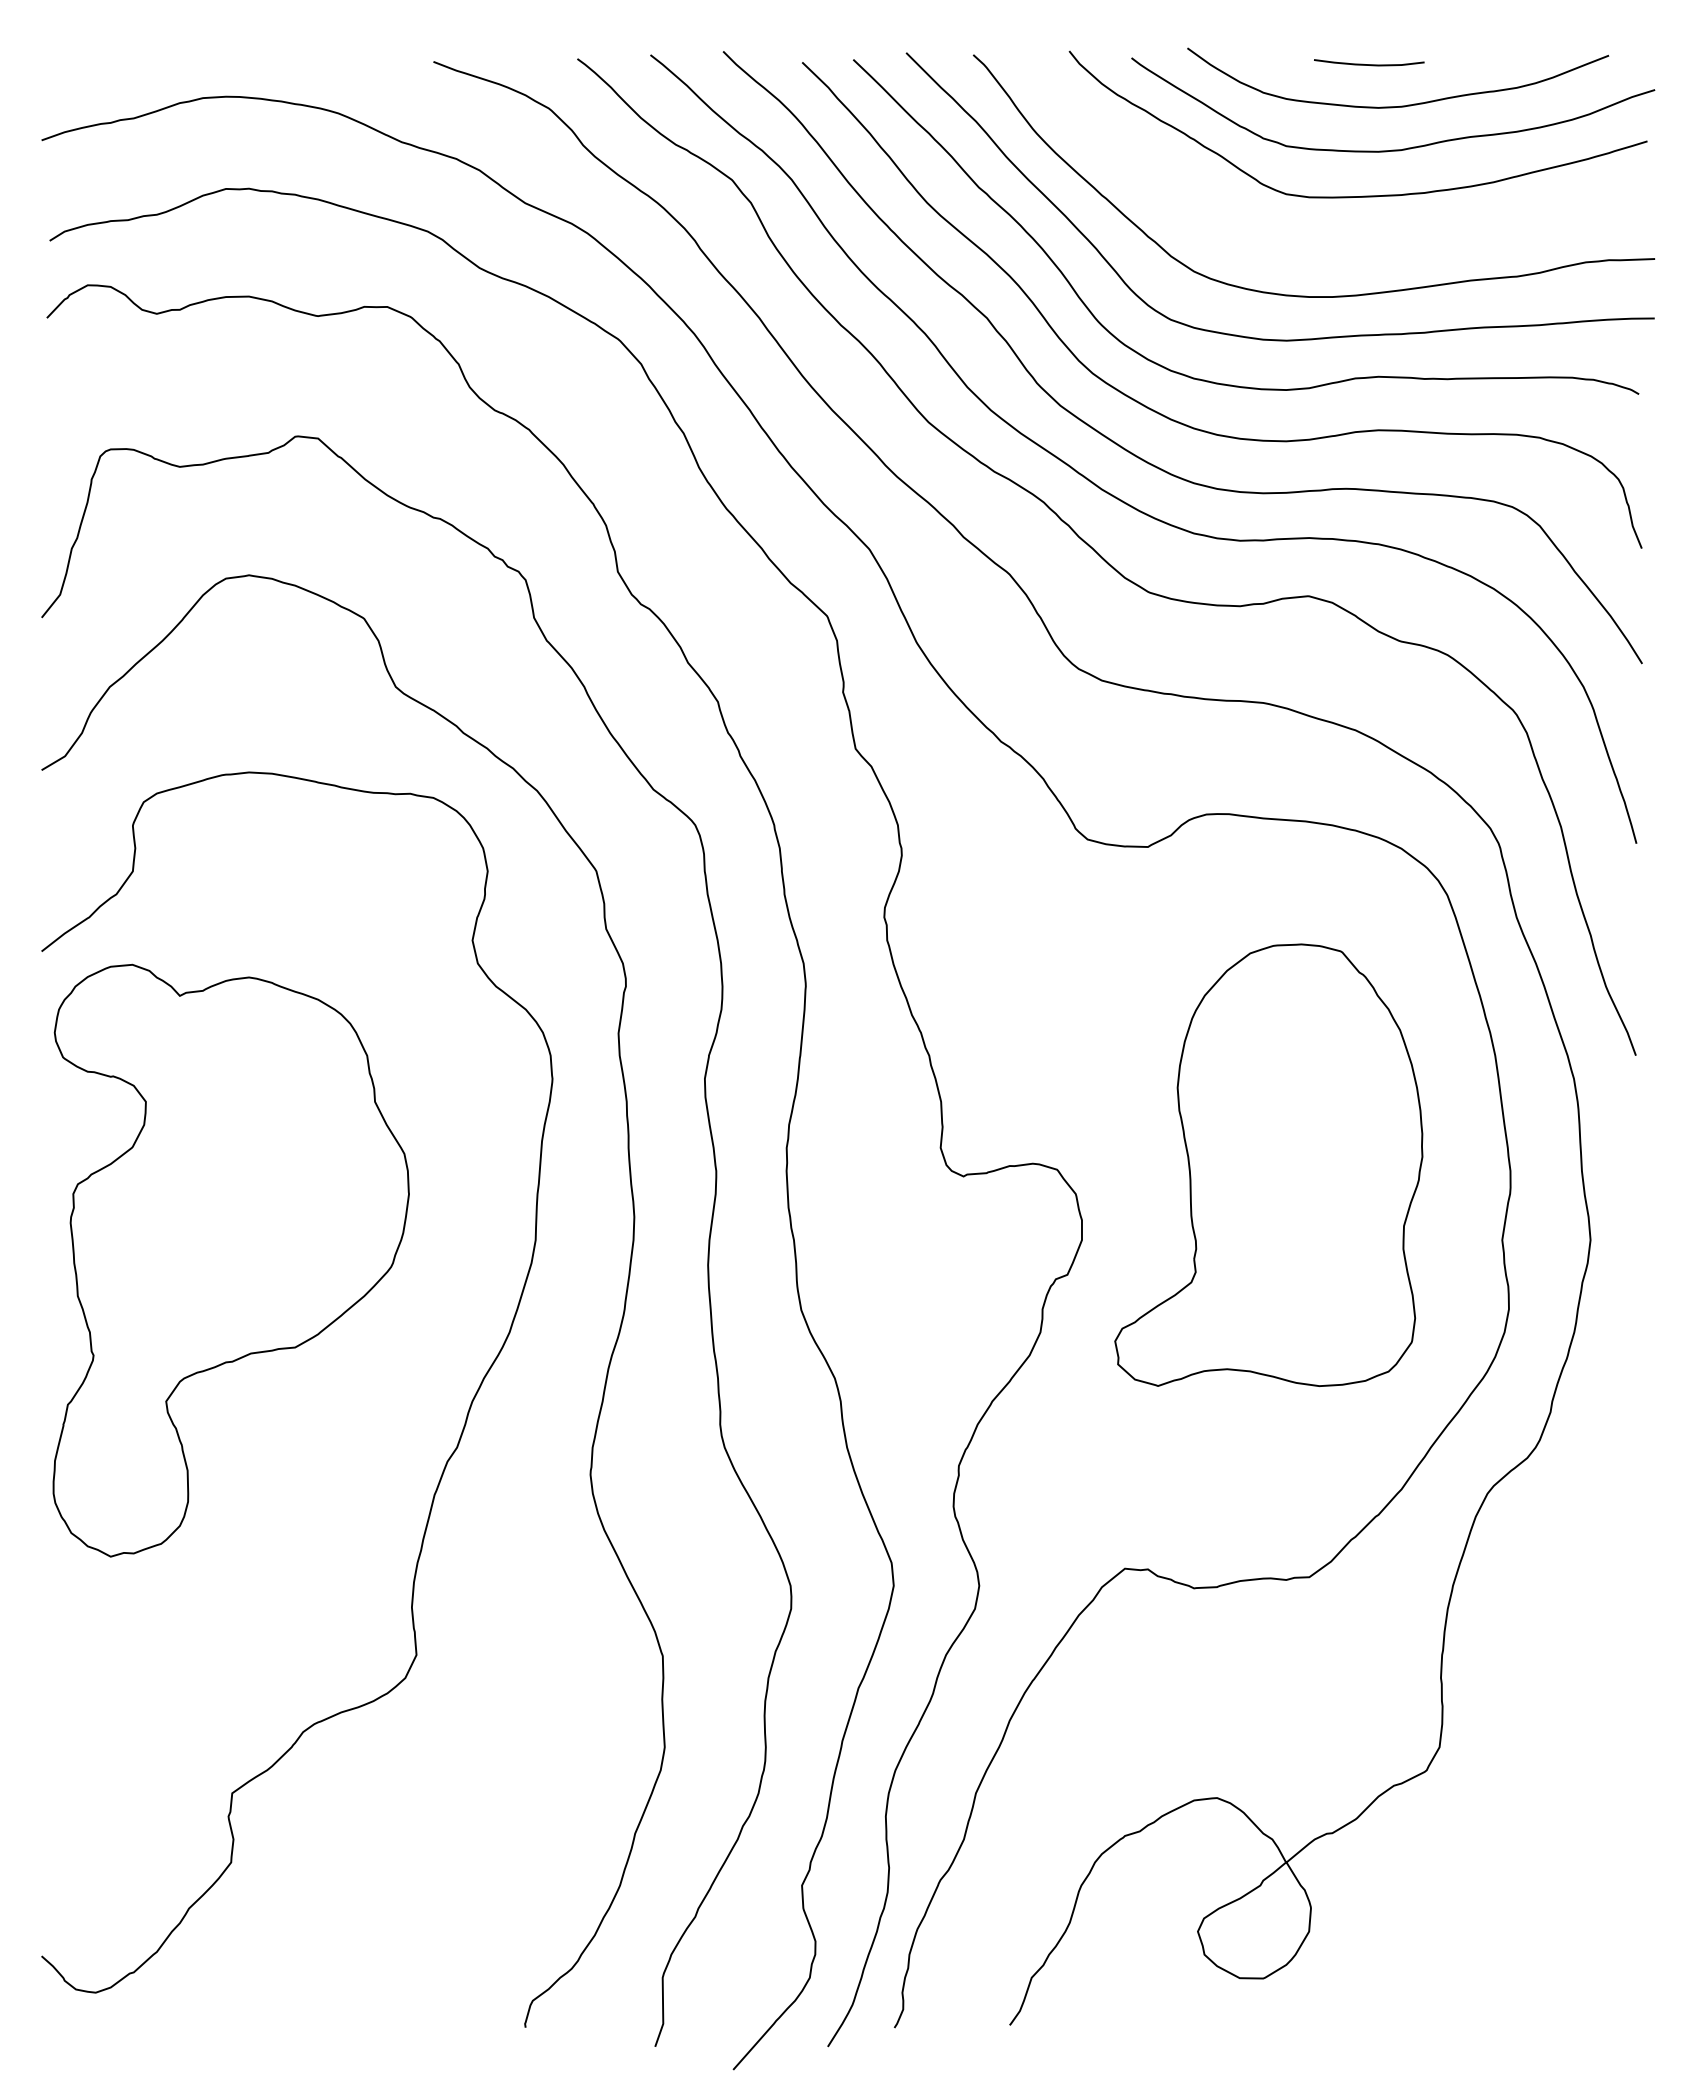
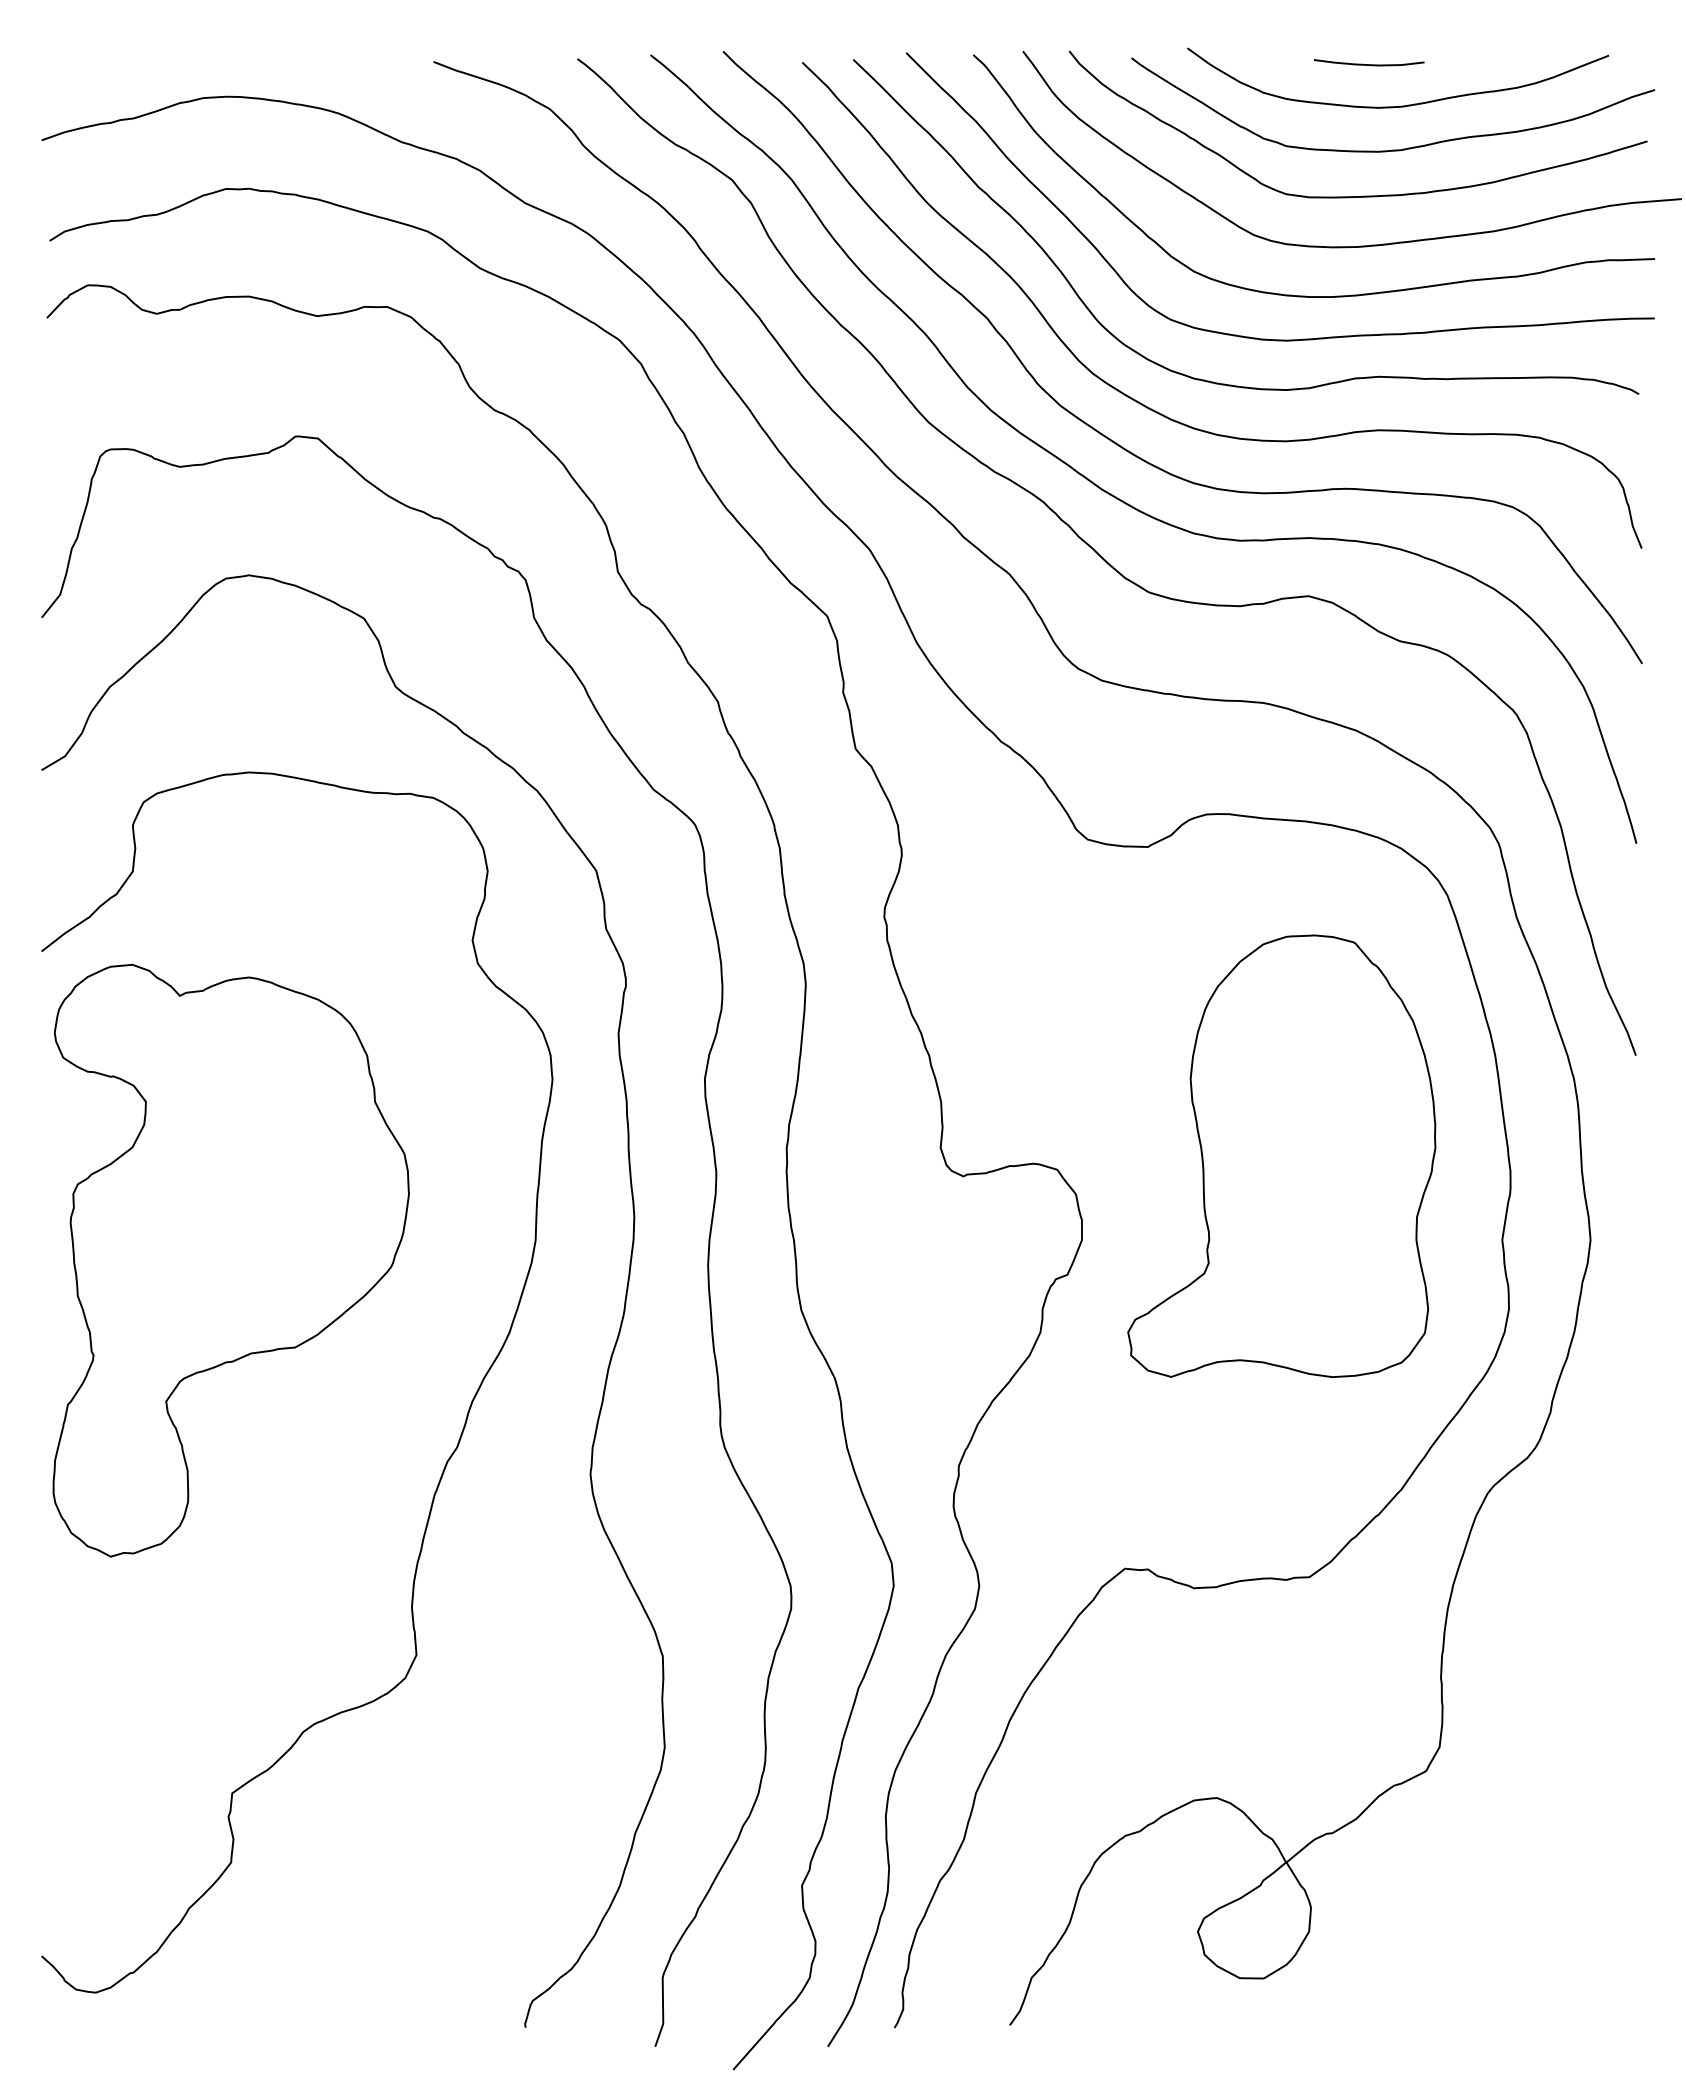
curve at (1360, 245): none -> present
part at (1268, 1164) position: (1268, 1164) -> (1281, 1155)
